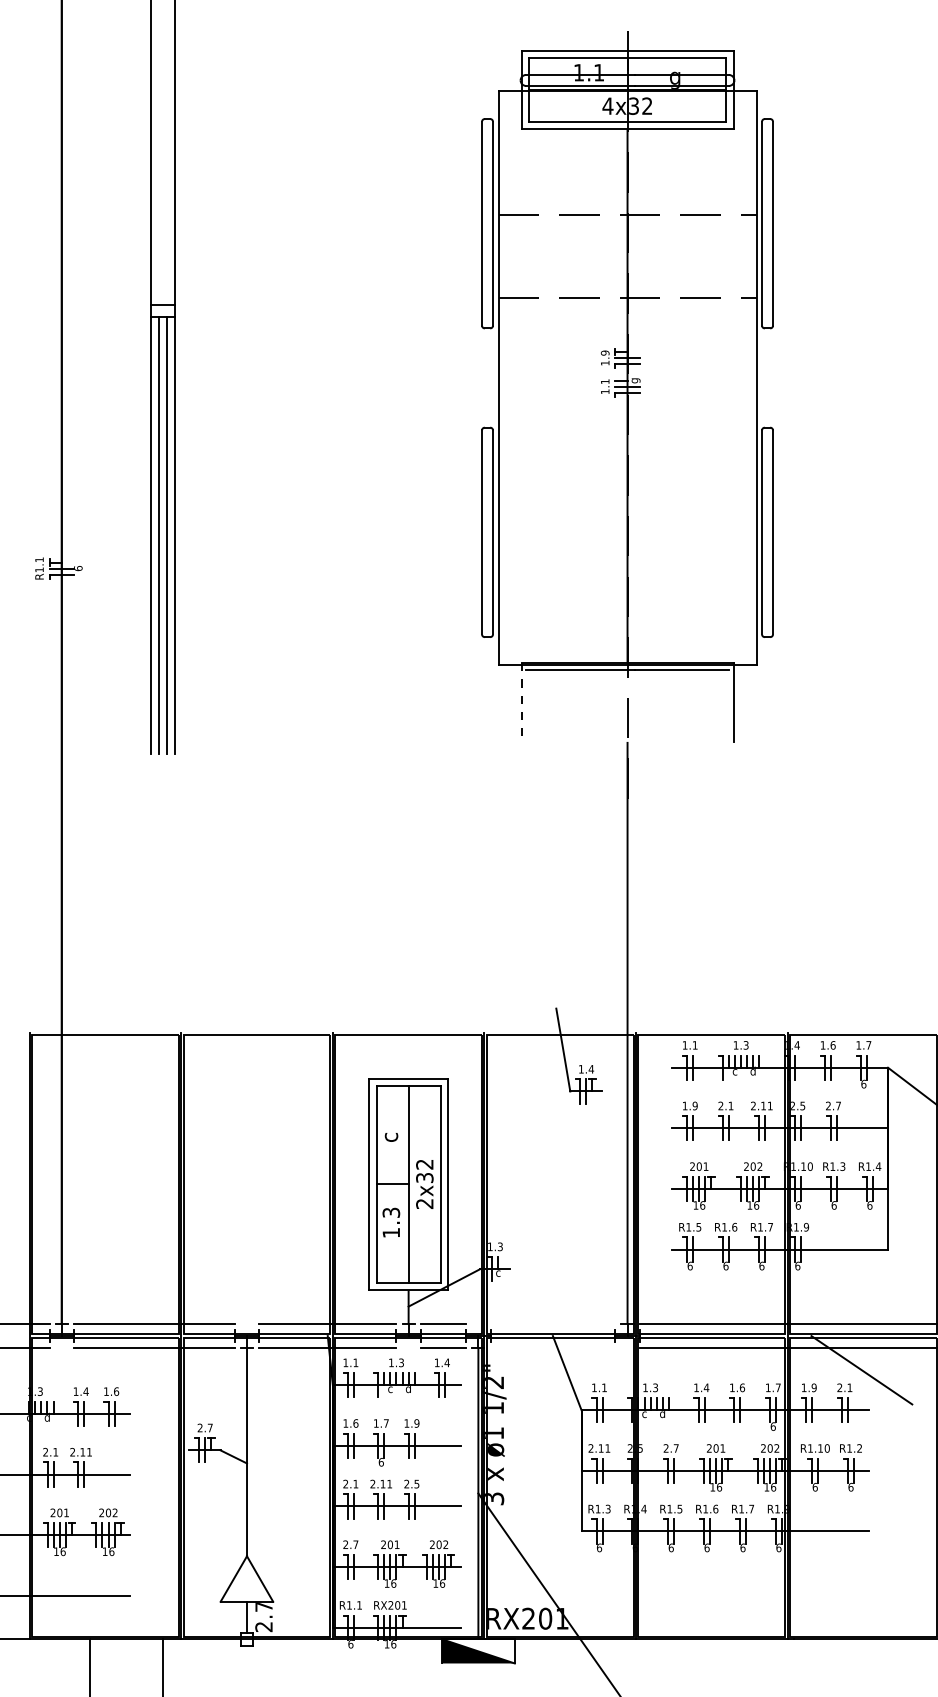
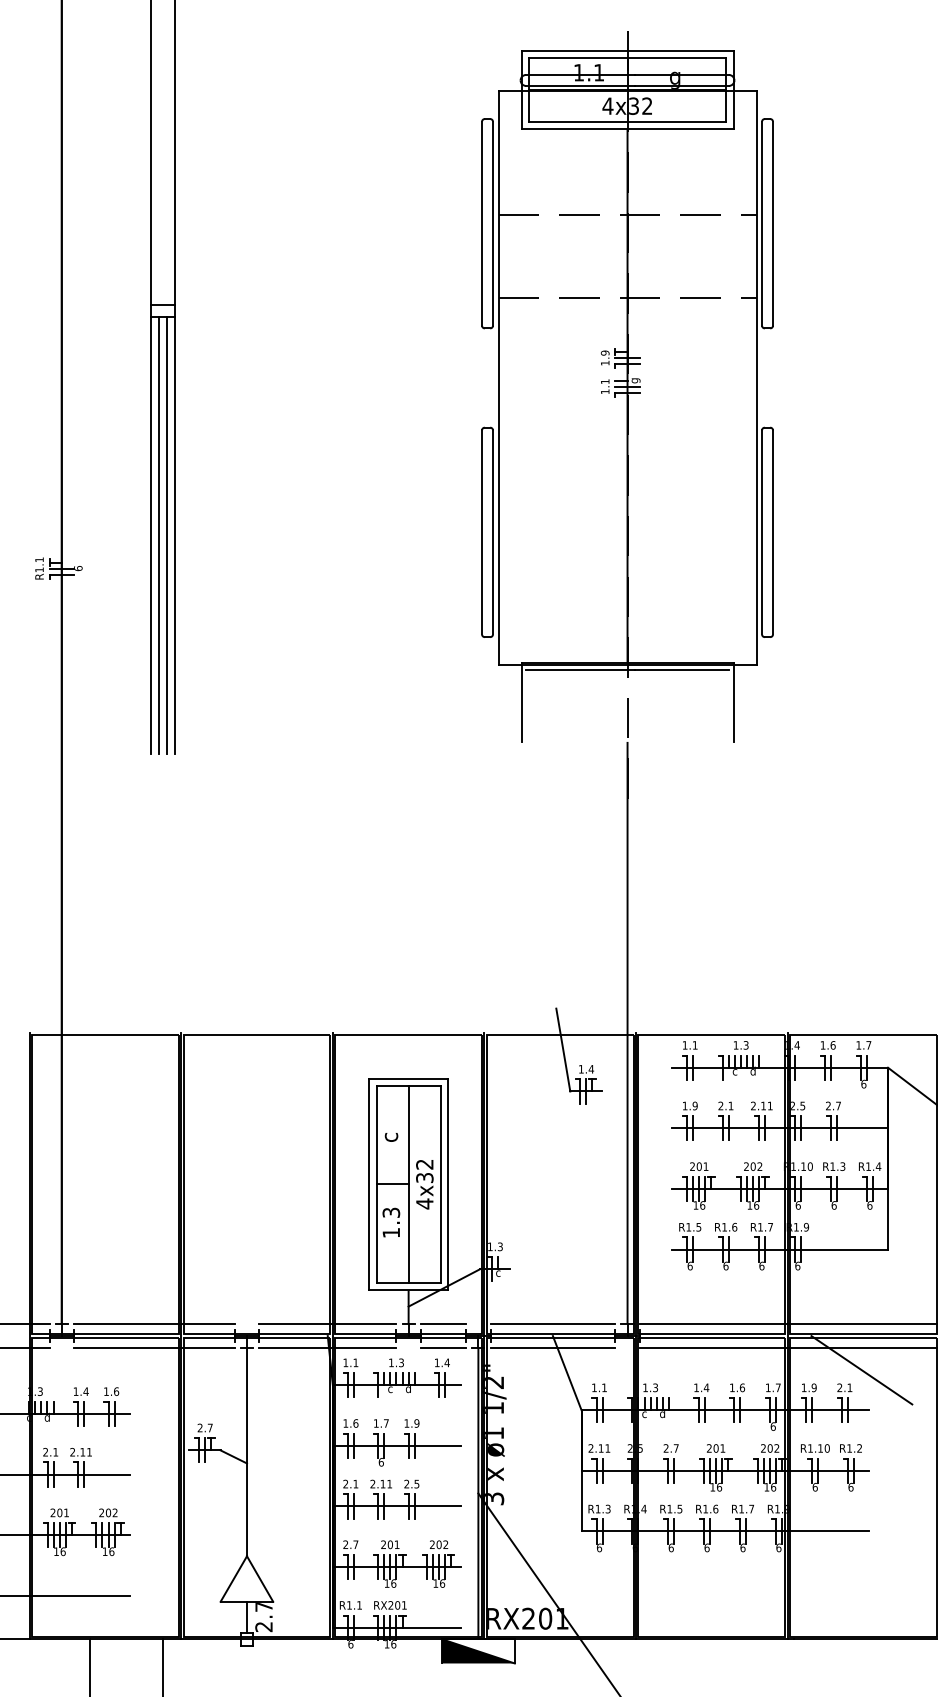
line at (521, 702): dashed -> solid
text at (424, 1203): 2x32 -> 4x32
line at (552, 1323): none -> present
line at (552, 1348): none -> present
